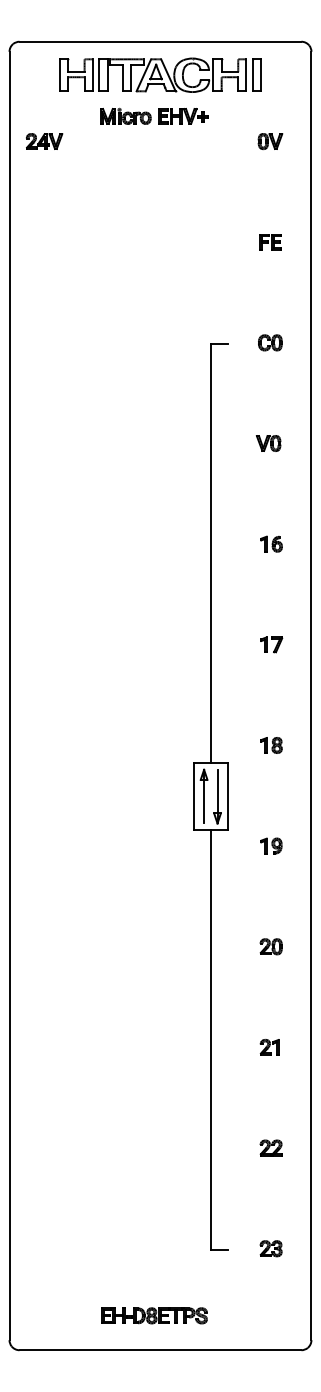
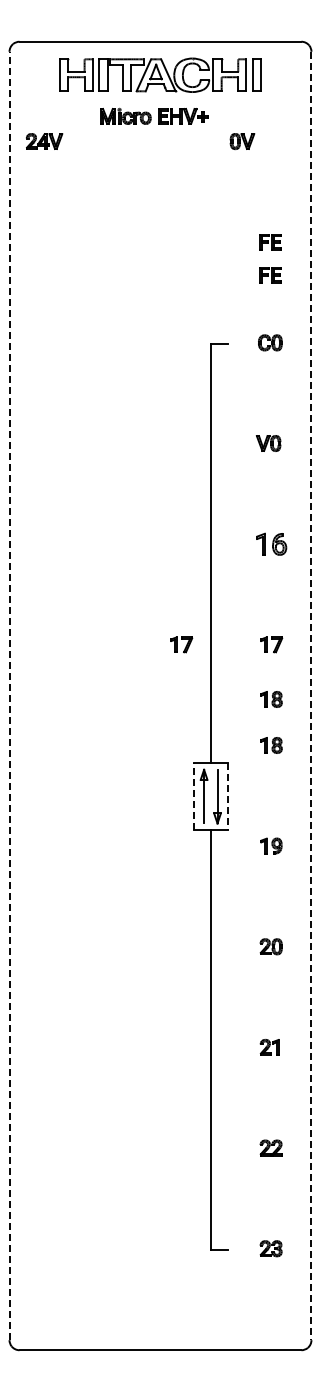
part at (270, 141) position: (270, 141) -> (242, 141)
part at (270, 275): none -> present
part at (271, 543) size: 23x18 px -> 32x24 px
part at (181, 644): none -> present
line at (9, 695): solid -> dashed
line at (311, 696): solid -> dashed
part at (271, 699): none -> present
line at (194, 796): solid -> dashed
line at (227, 796): solid -> dashed
part at (154, 1315): present -> none
